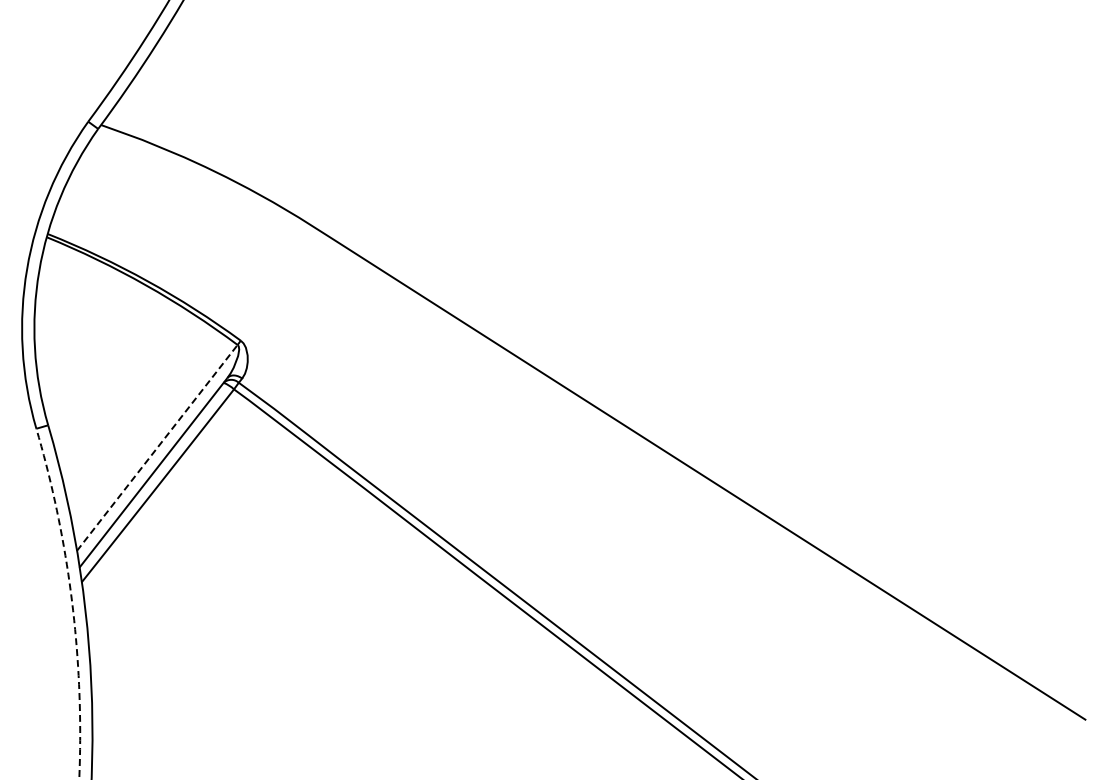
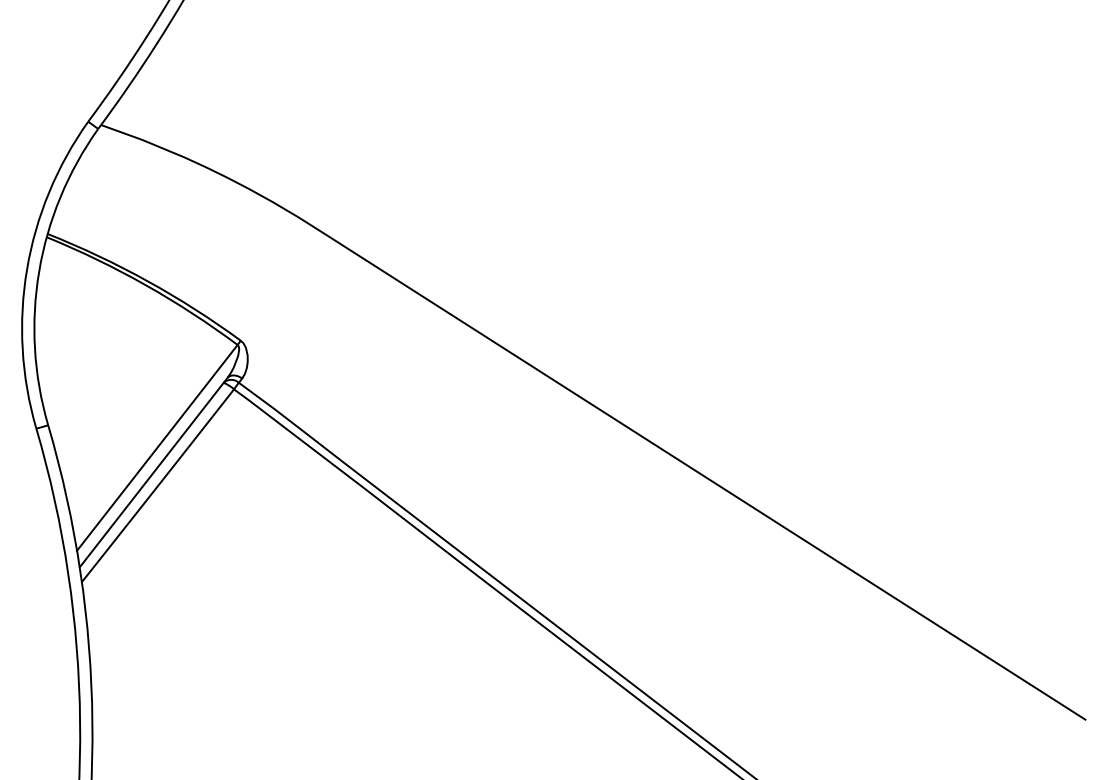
line at (157, 447): dashed -> solid
arc at (72, 603): dashed -> solid
